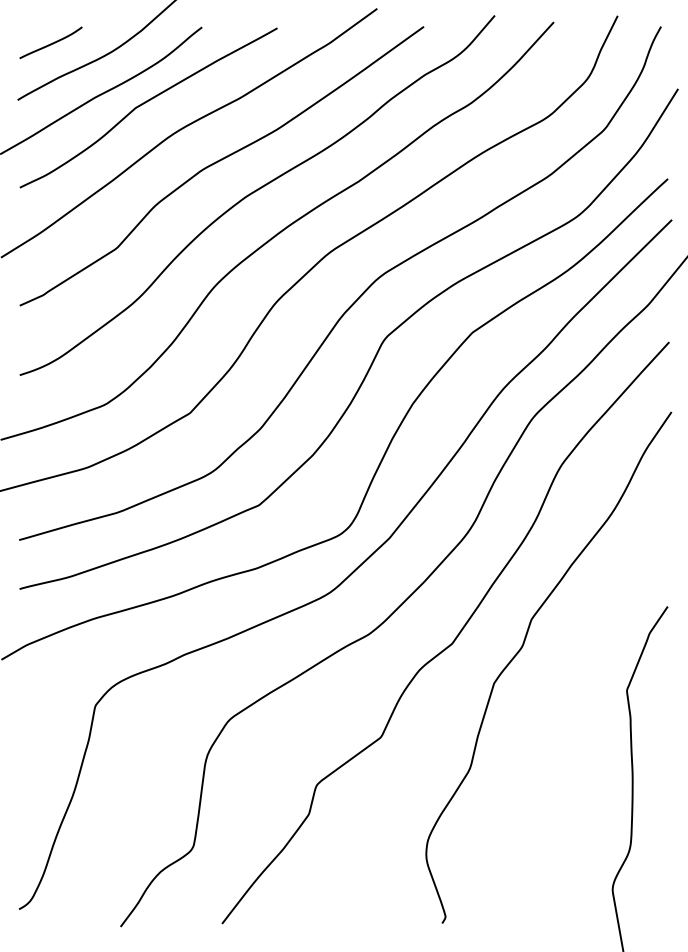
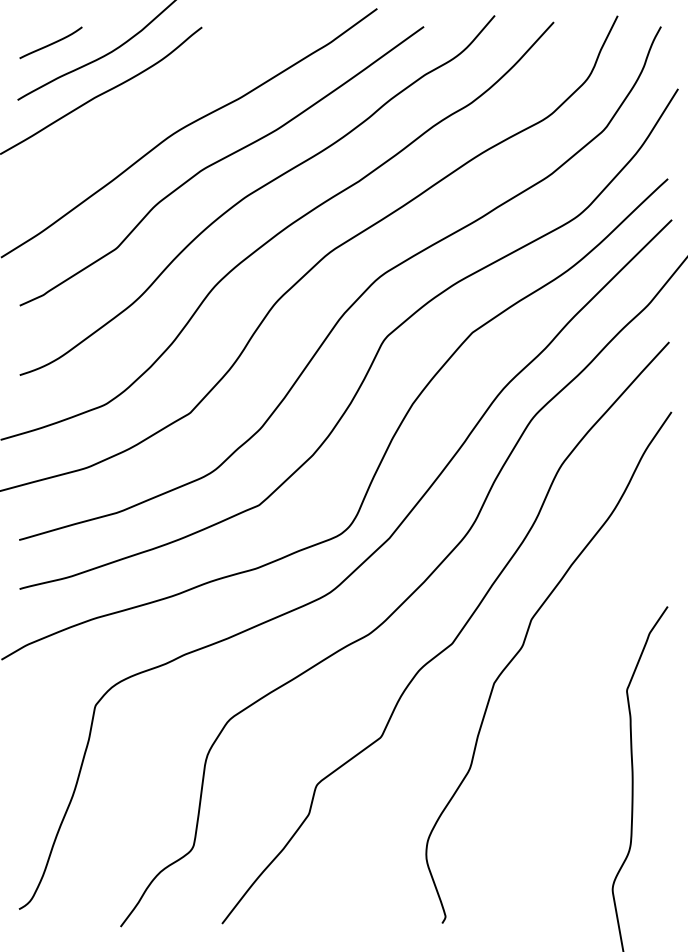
curve at (145, 103): present -> none
